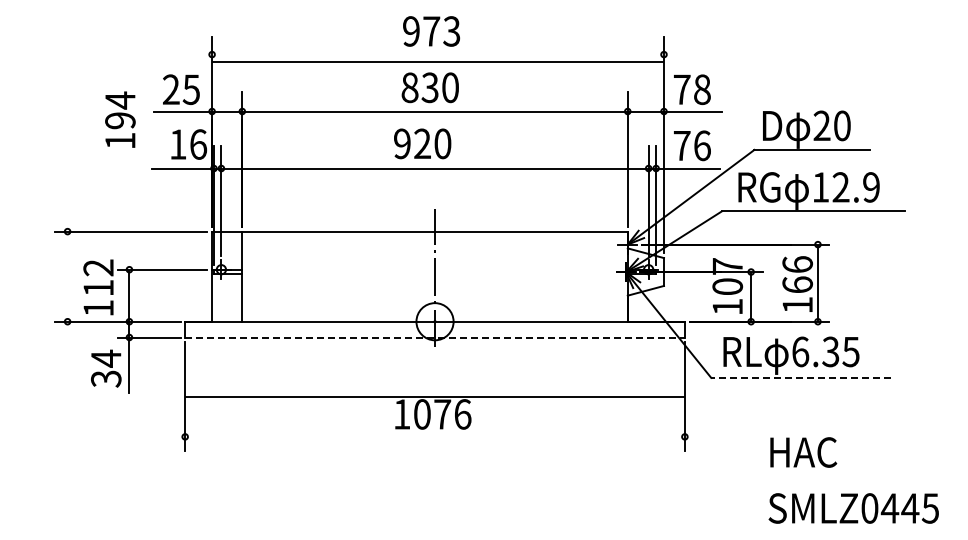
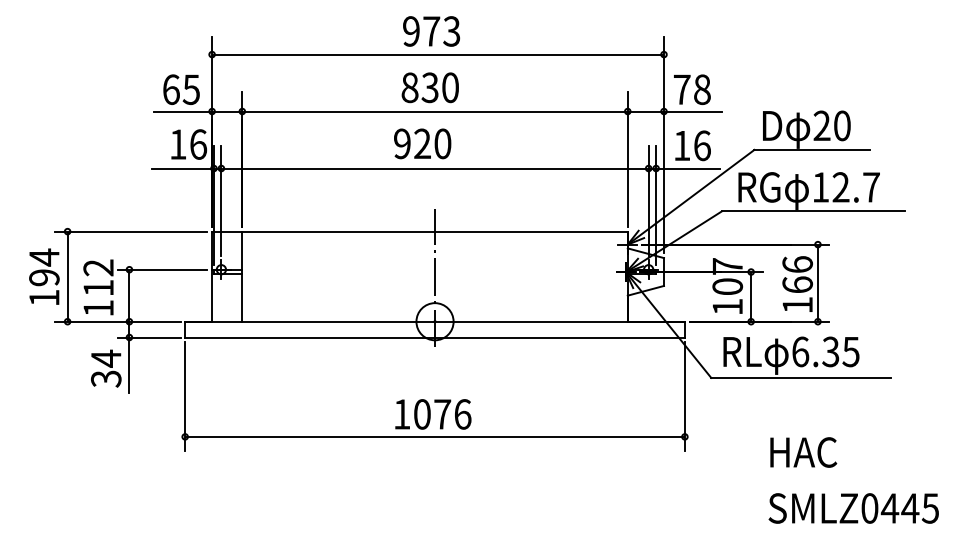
line at (438, 61) position: (438, 61) -> (438, 54)
text at (171, 89): 25 -> 65
text at (120, 119) position: (120, 119) -> (44, 276)
text at (682, 145): 76 -> 16
text at (871, 187): 12.9 -> 12.7
line at (67, 276): none -> present
line at (435, 337): dashed -> solid
line at (800, 377): dashed -> solid
line at (434, 396) position: (434, 396) -> (434, 436)
